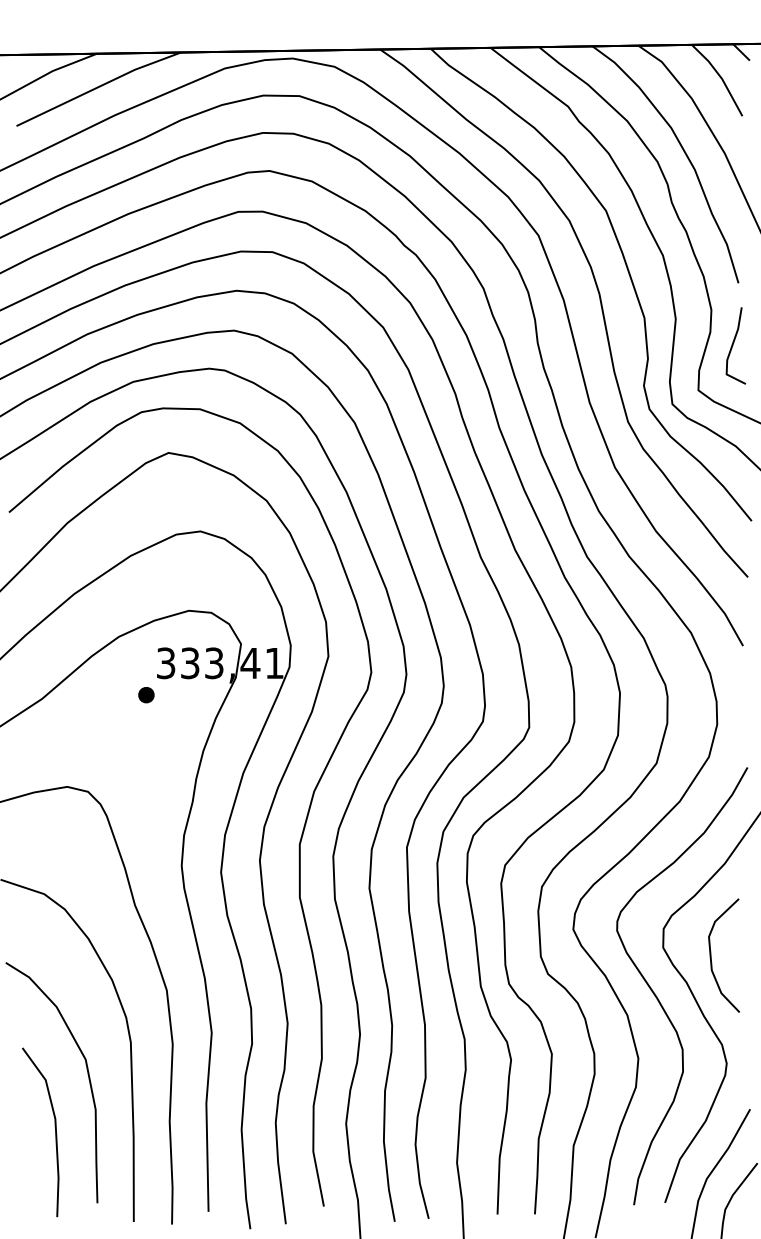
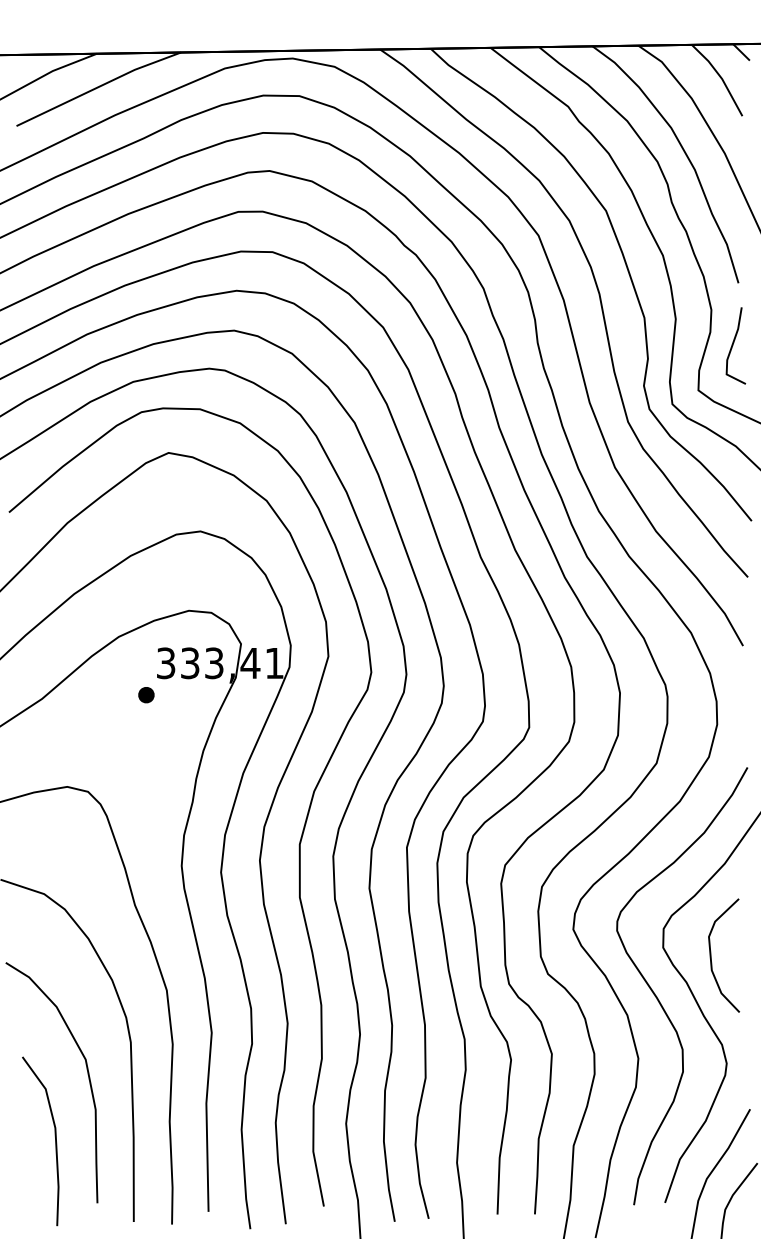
part at (54, 1127) position: (54, 1127) -> (54, 1136)
